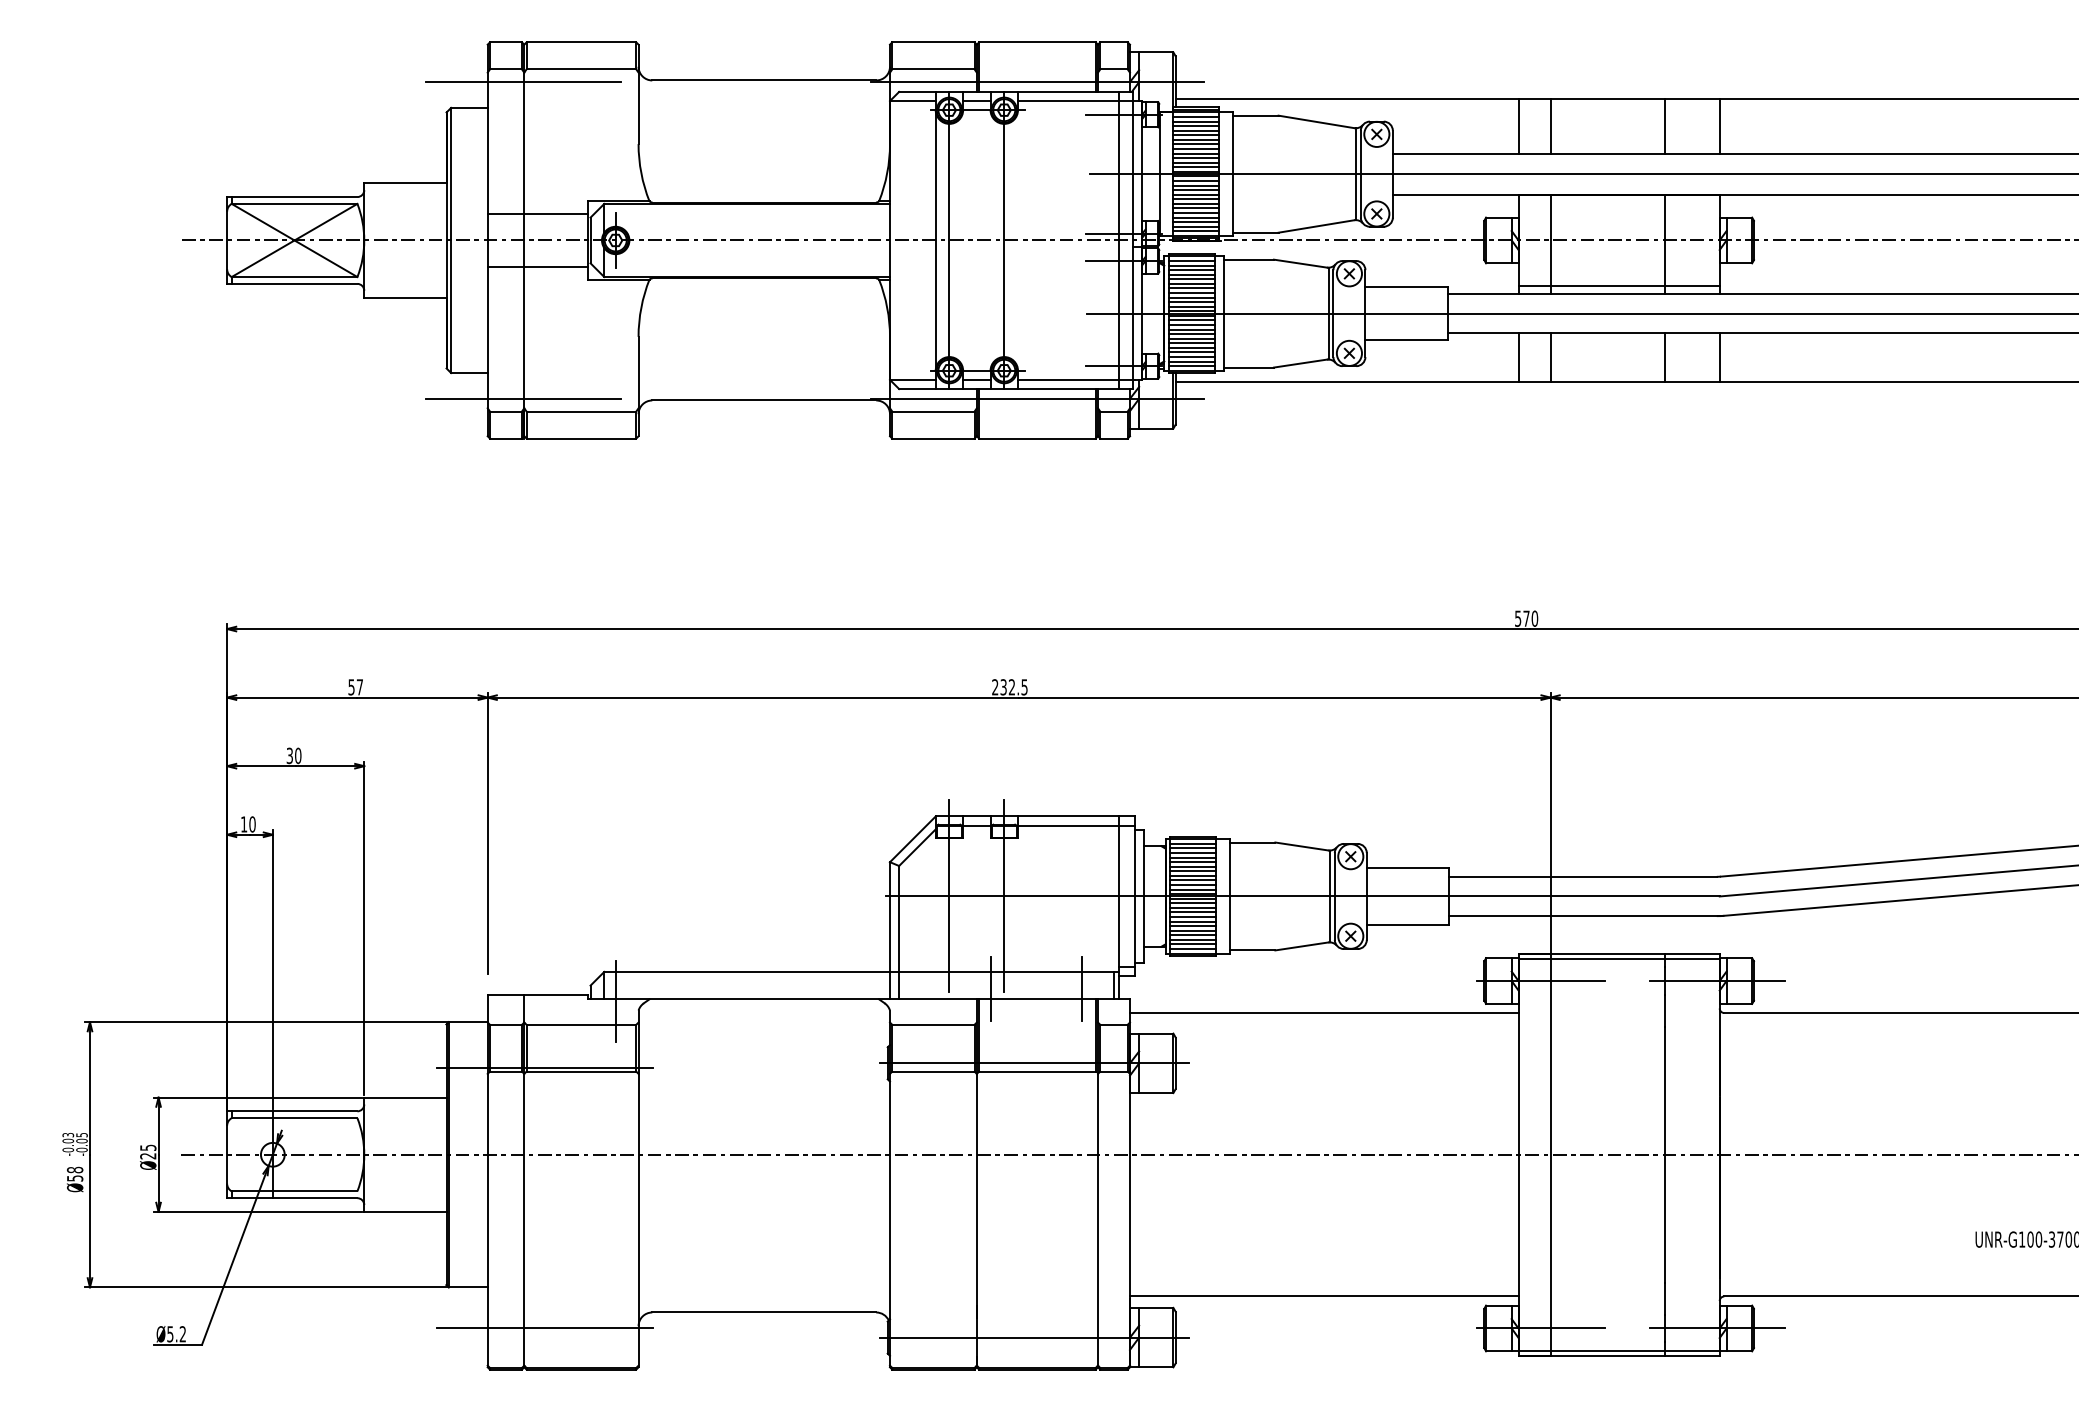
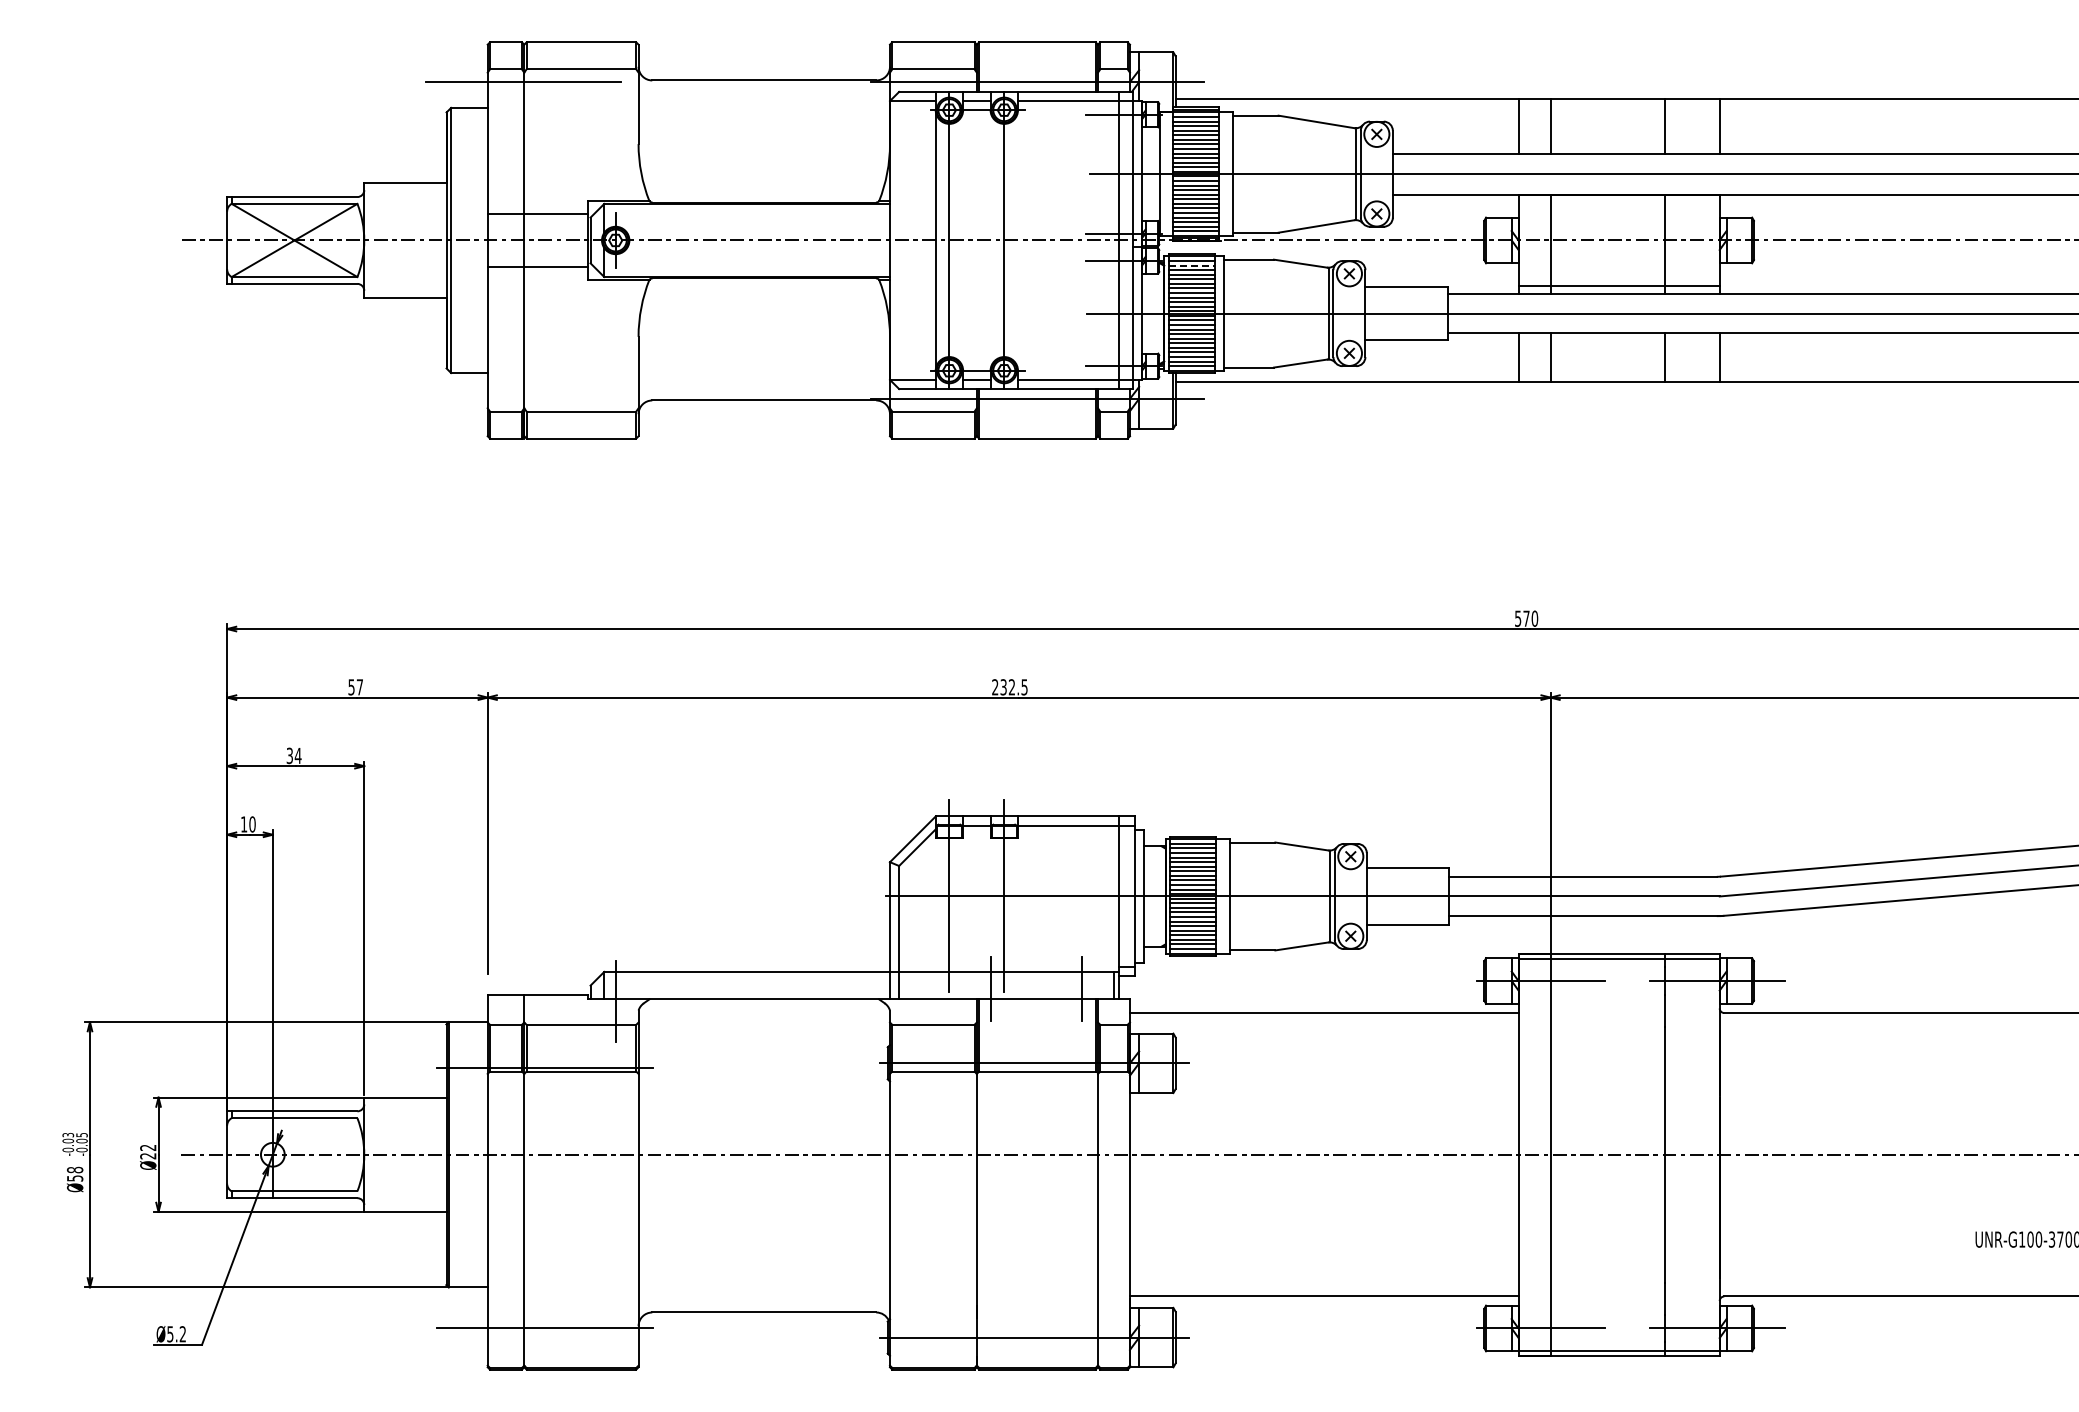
line at (1191, 265): solid -> dashed
line at (523, 398): present -> none
text at (297, 755): 30 -> 34
text at (148, 1147): Ø25 -> Ø22
